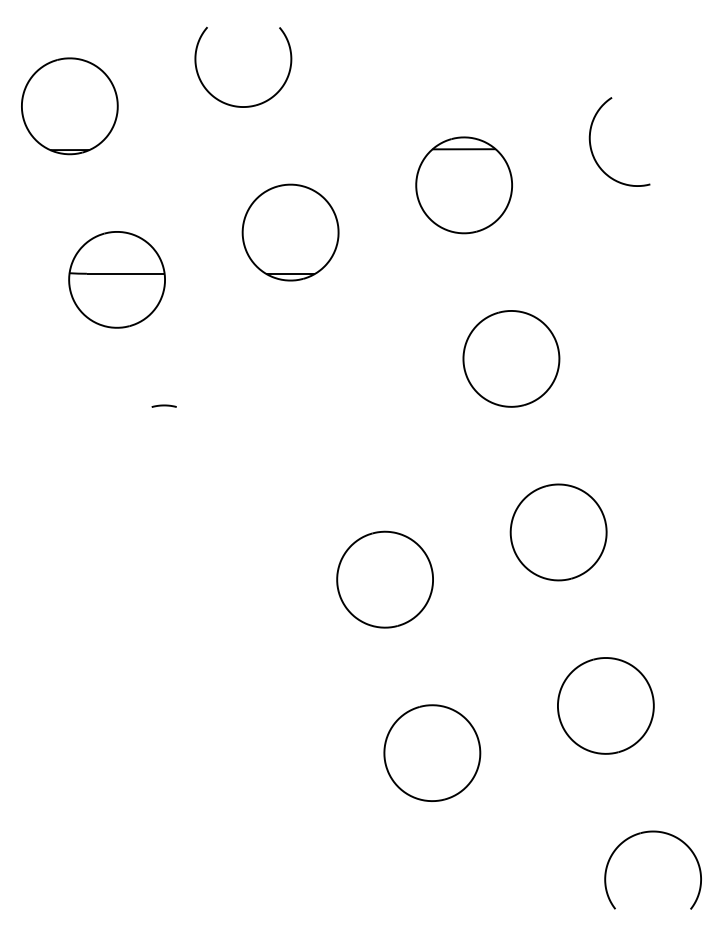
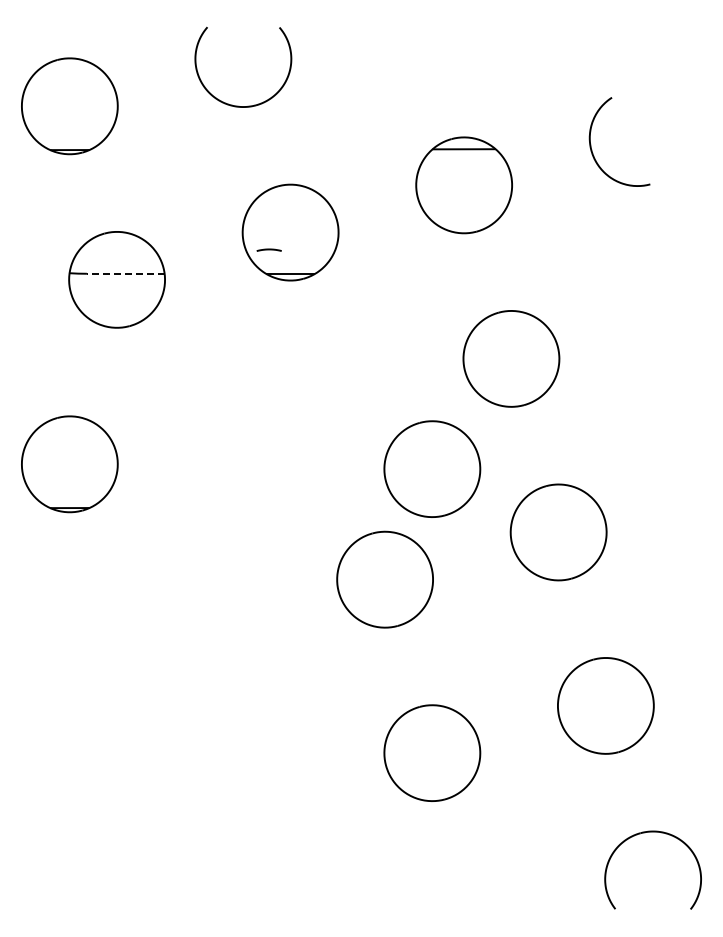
line at (125, 273): solid -> dashed
line at (163, 405) position: (163, 405) -> (268, 249)
part at (69, 464): none -> present
part at (432, 468): none -> present
